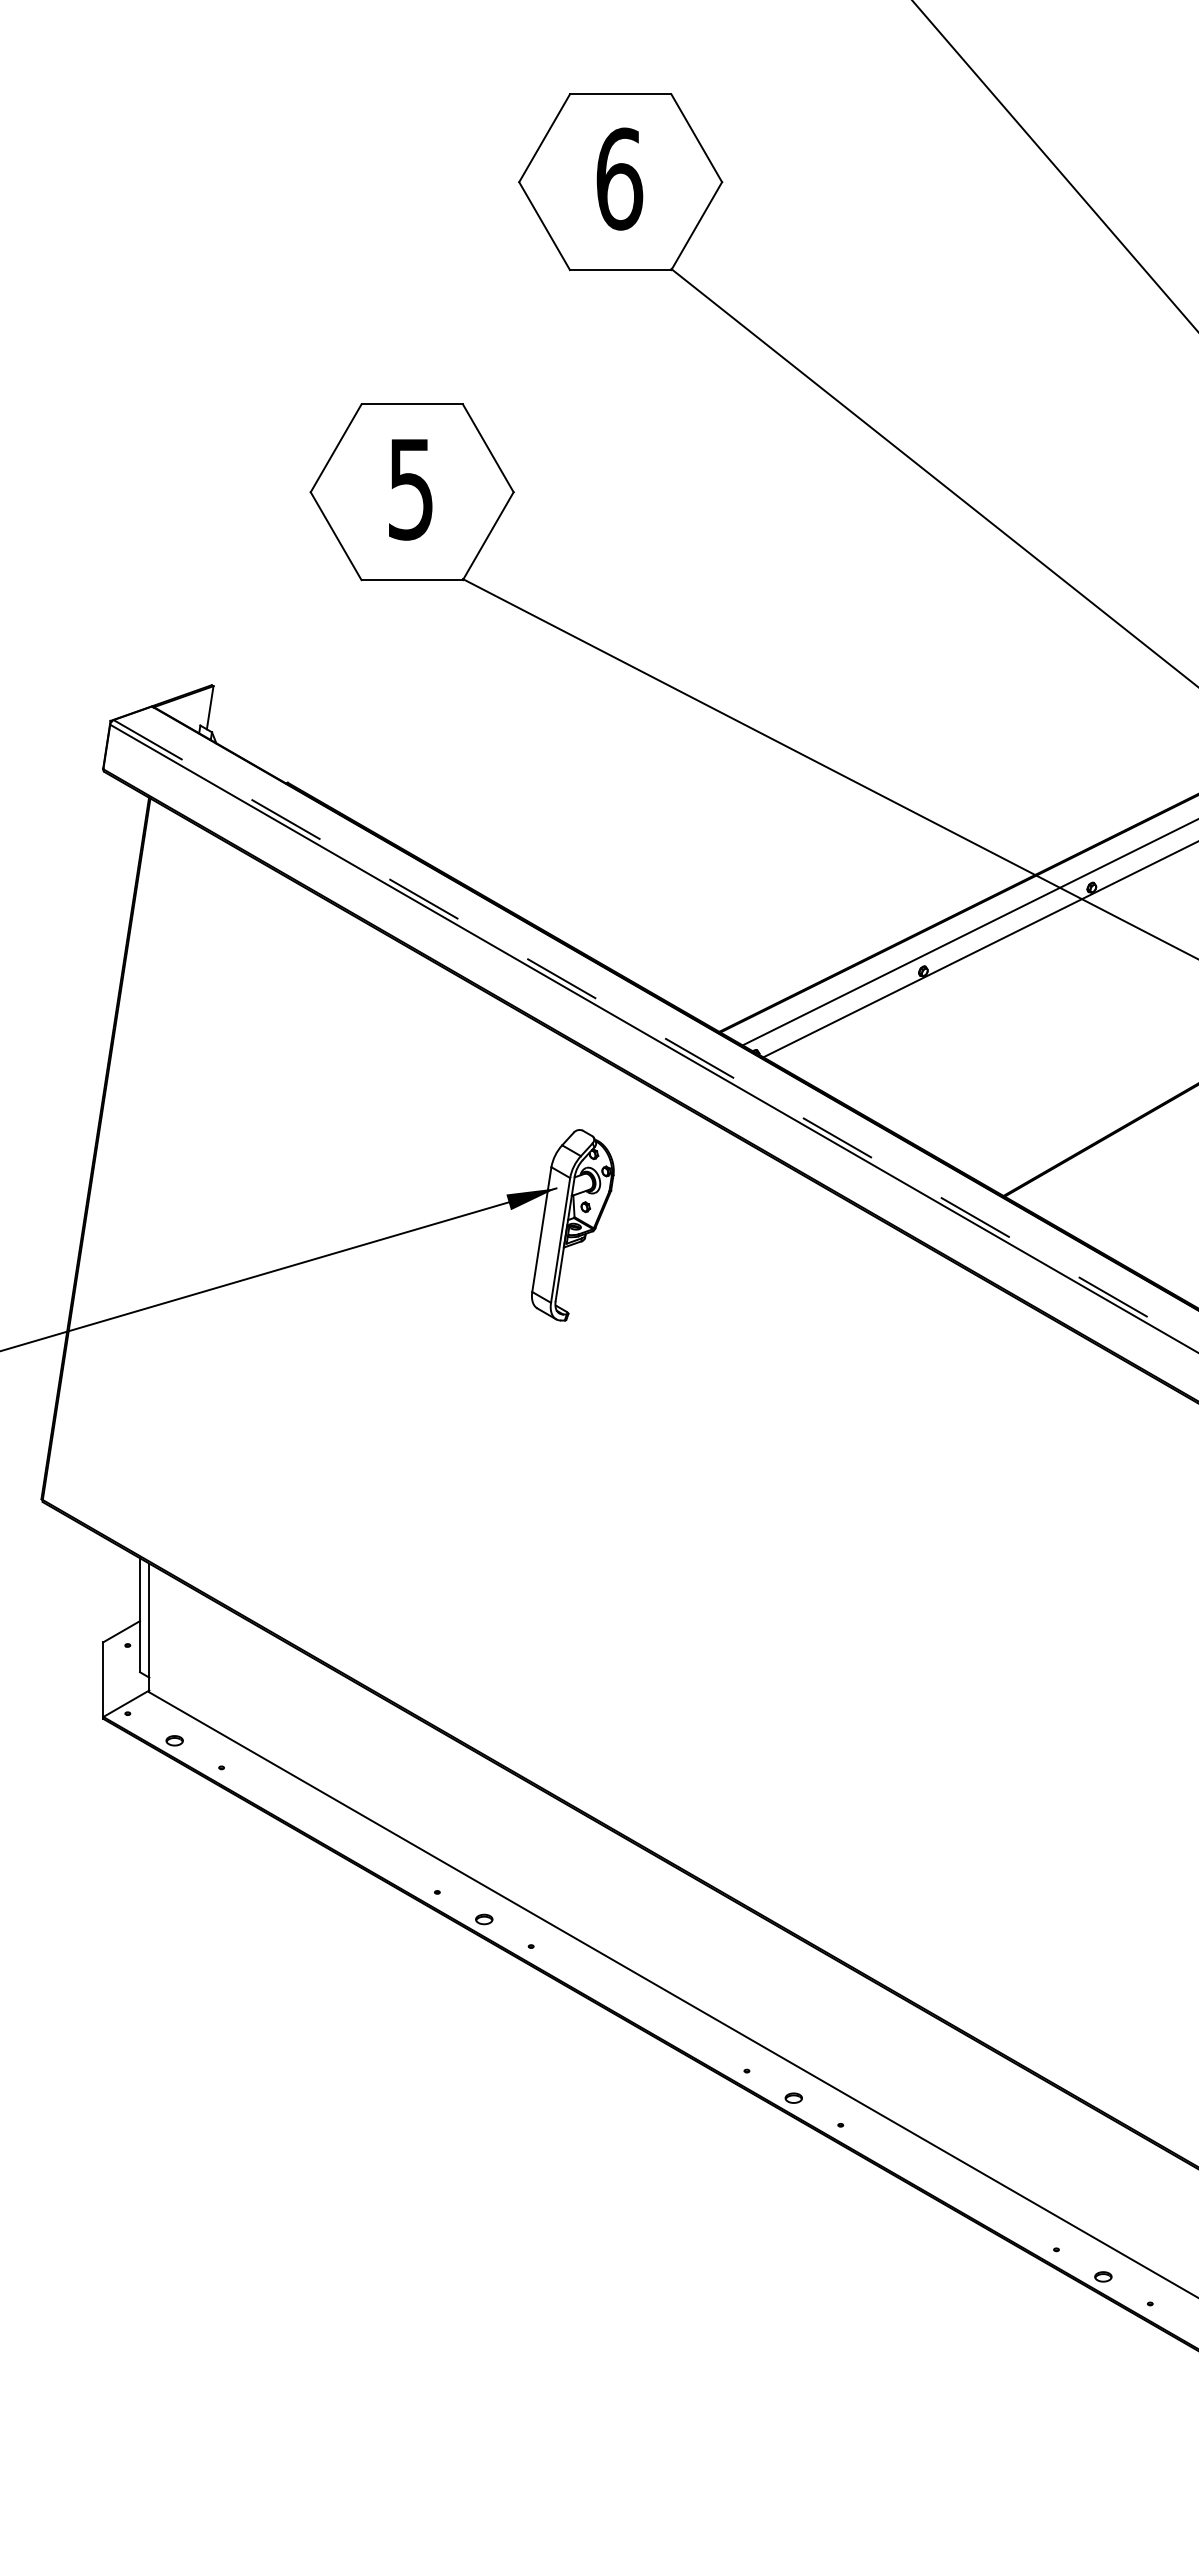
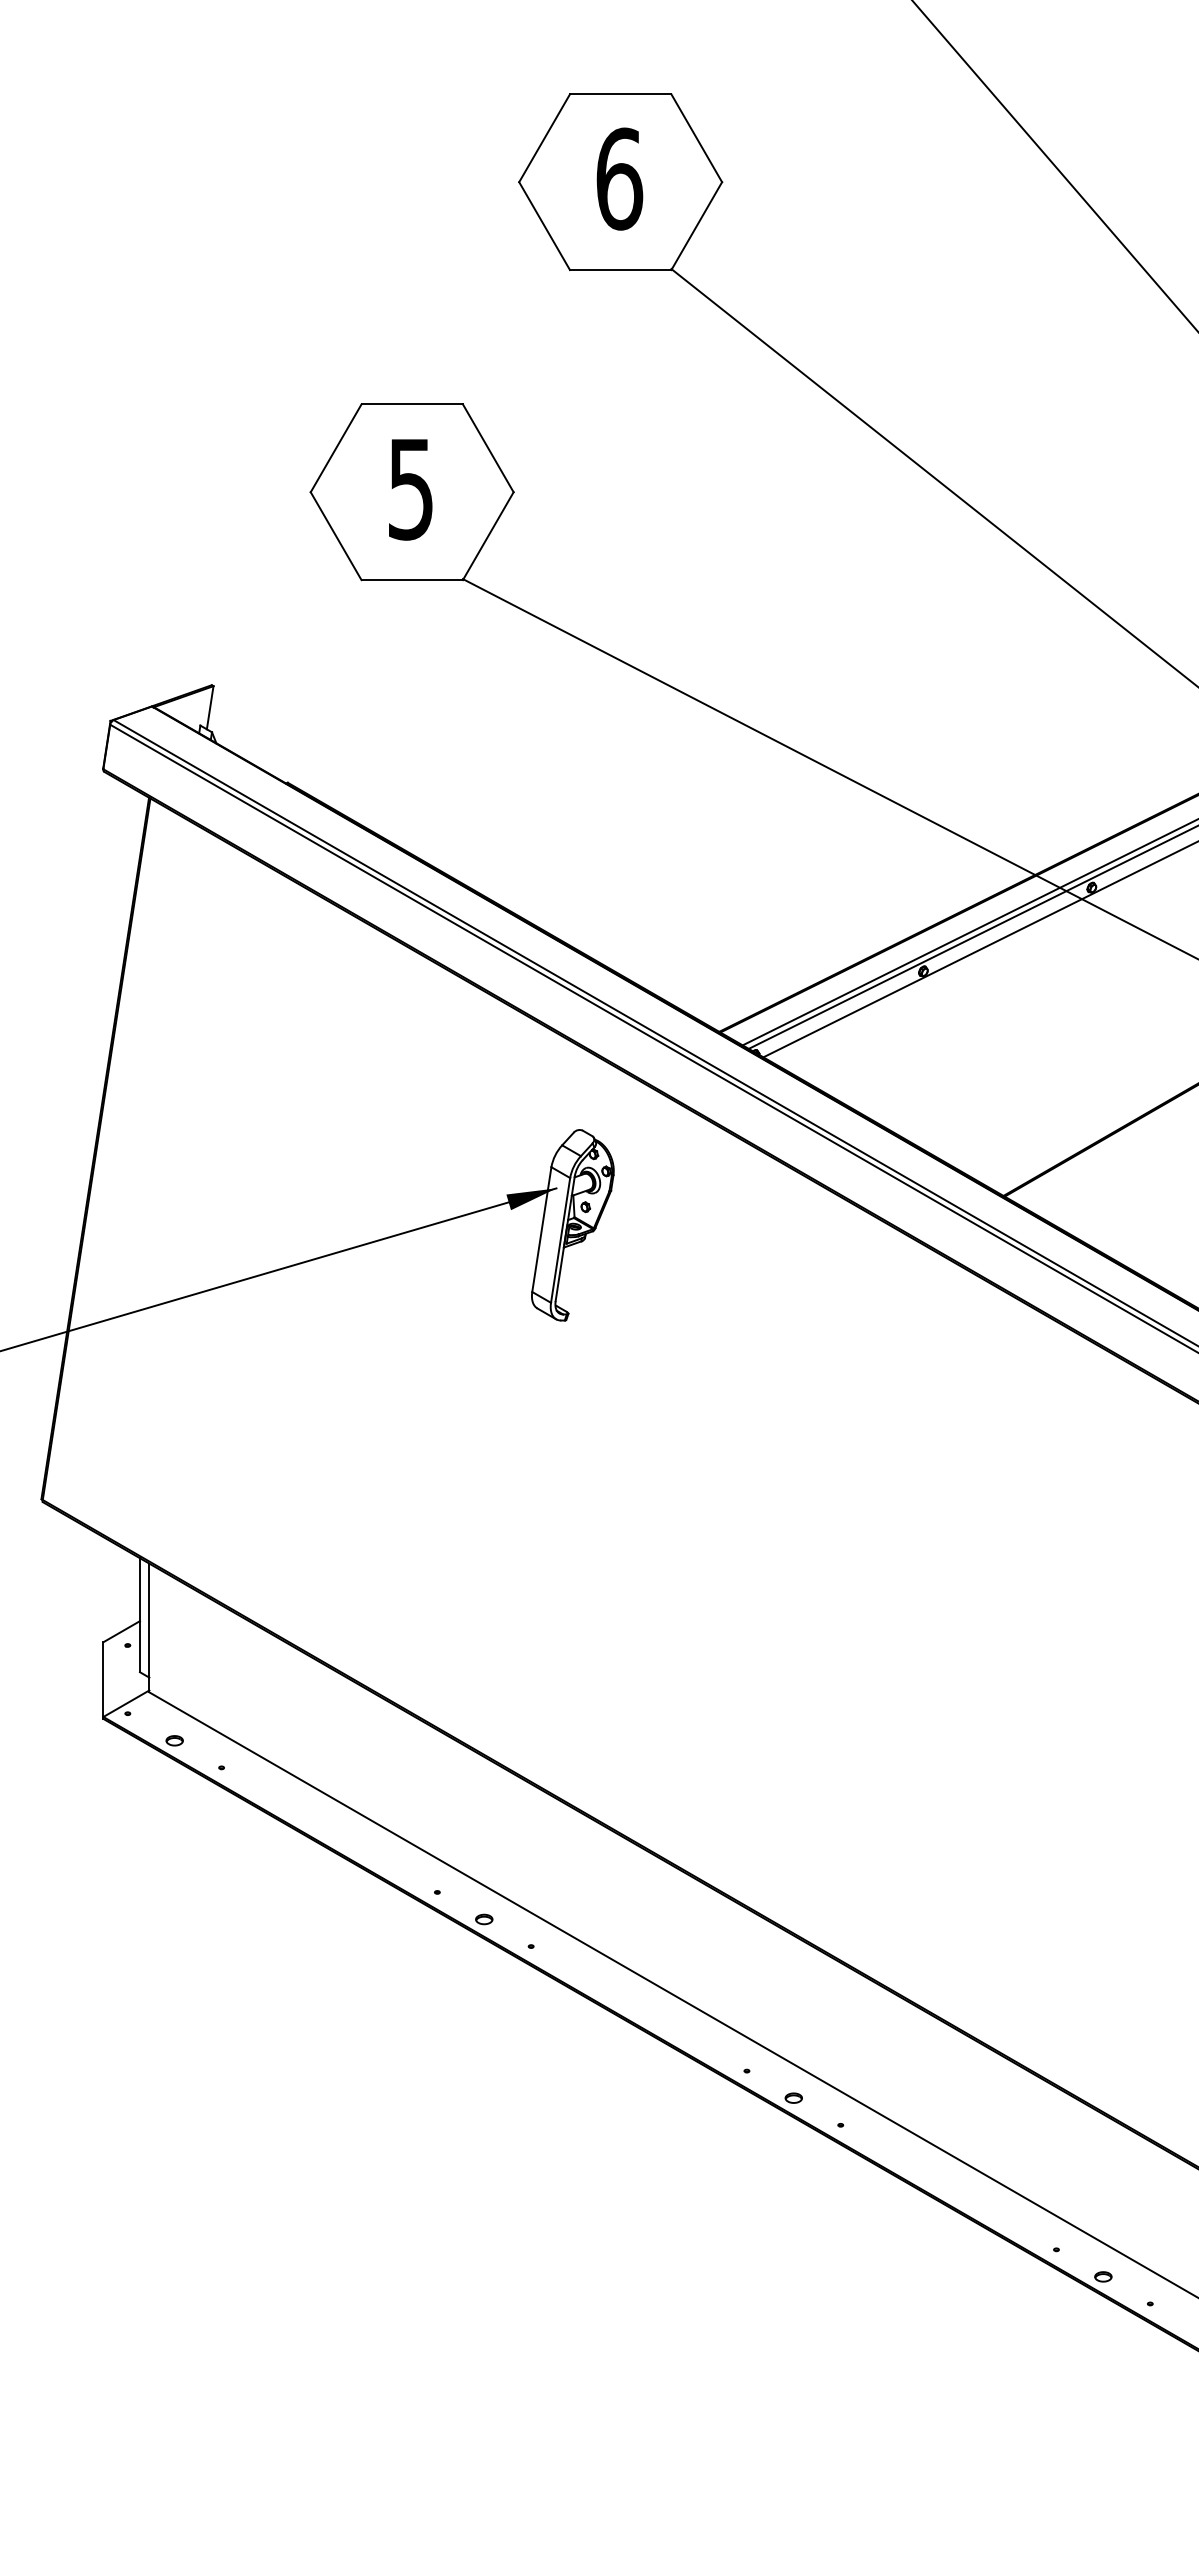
line at (971, 937): none -> present
line at (656, 1033): dashed -> solid
